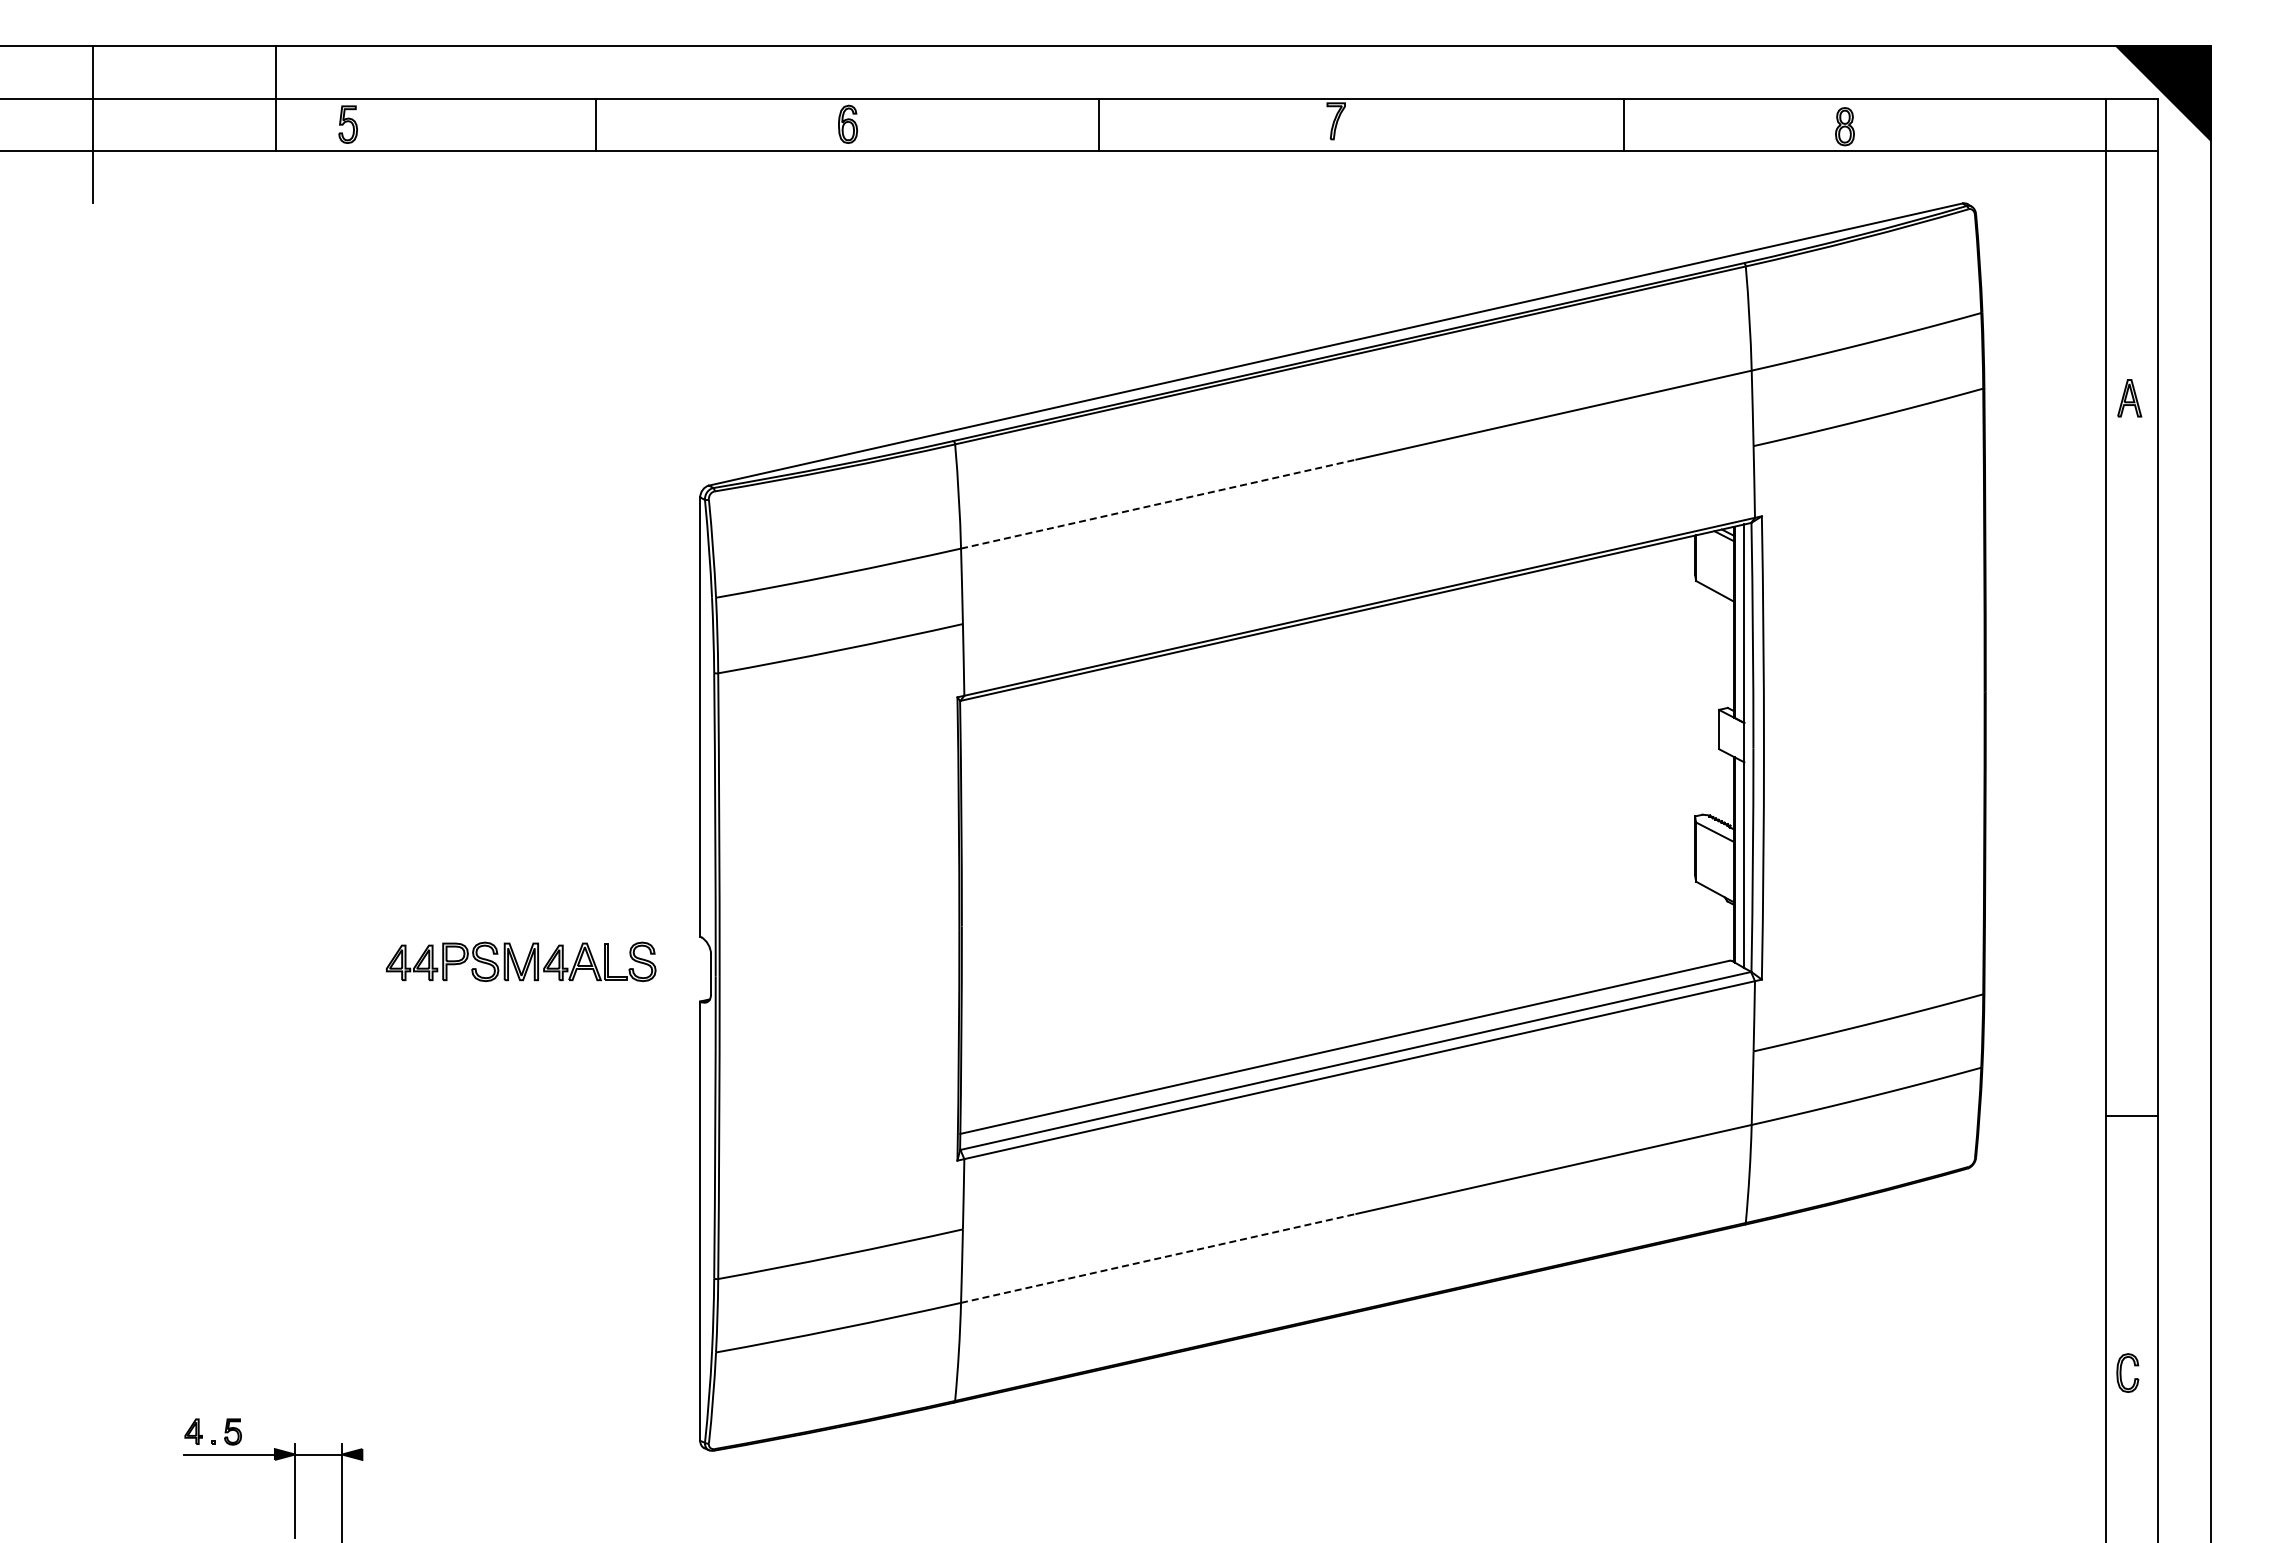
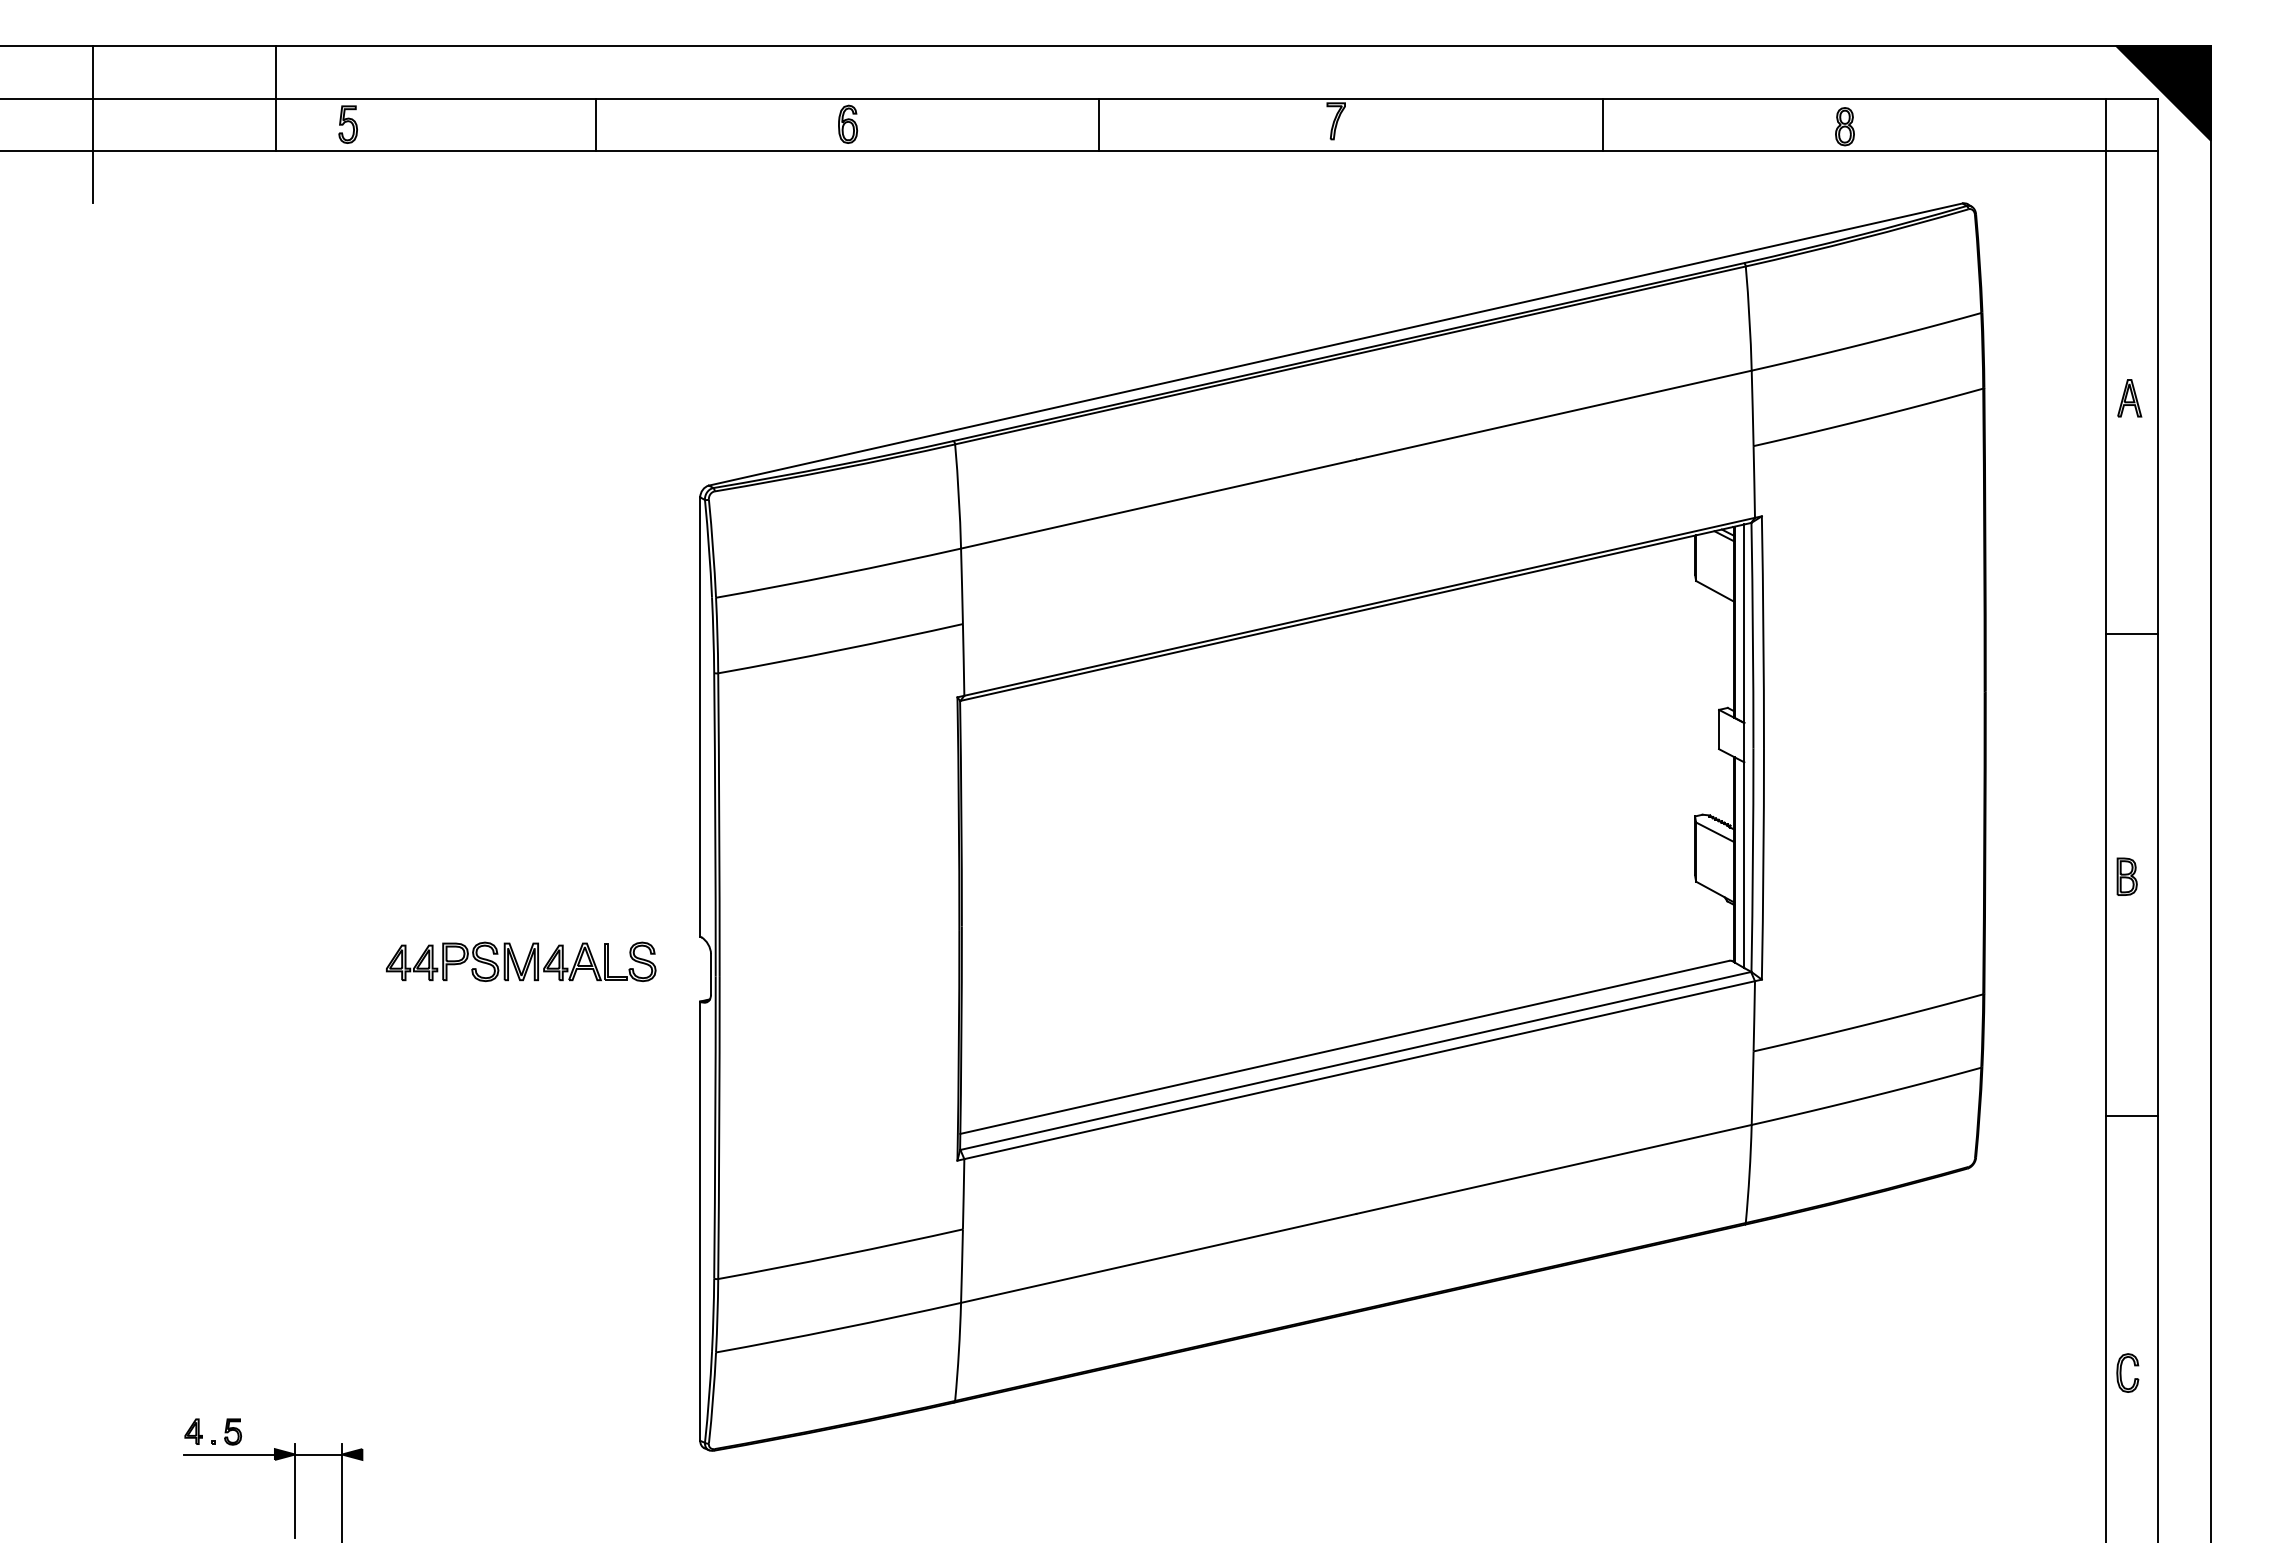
line at (1623, 124) position: (1623, 124) -> (1602, 124)
line at (1158, 504): dashed -> solid
line at (2132, 633): none -> present
part at (2126, 876): none -> present
line at (1158, 1258): dashed -> solid
